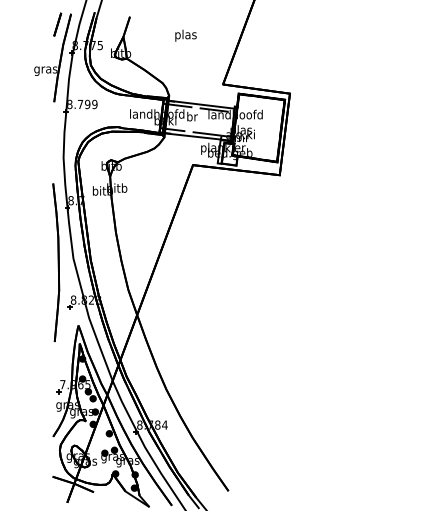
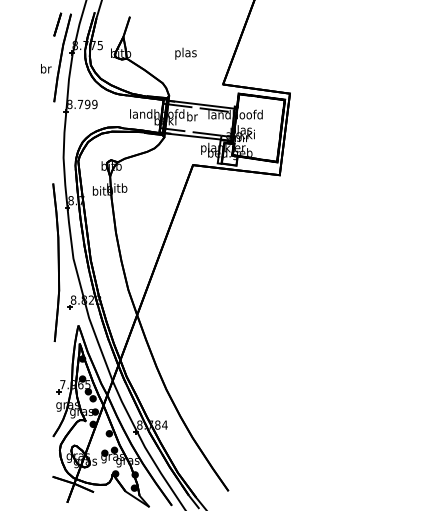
text at (185, 35) position: (185, 35) -> (185, 53)
text at (45, 69): gras -> br
